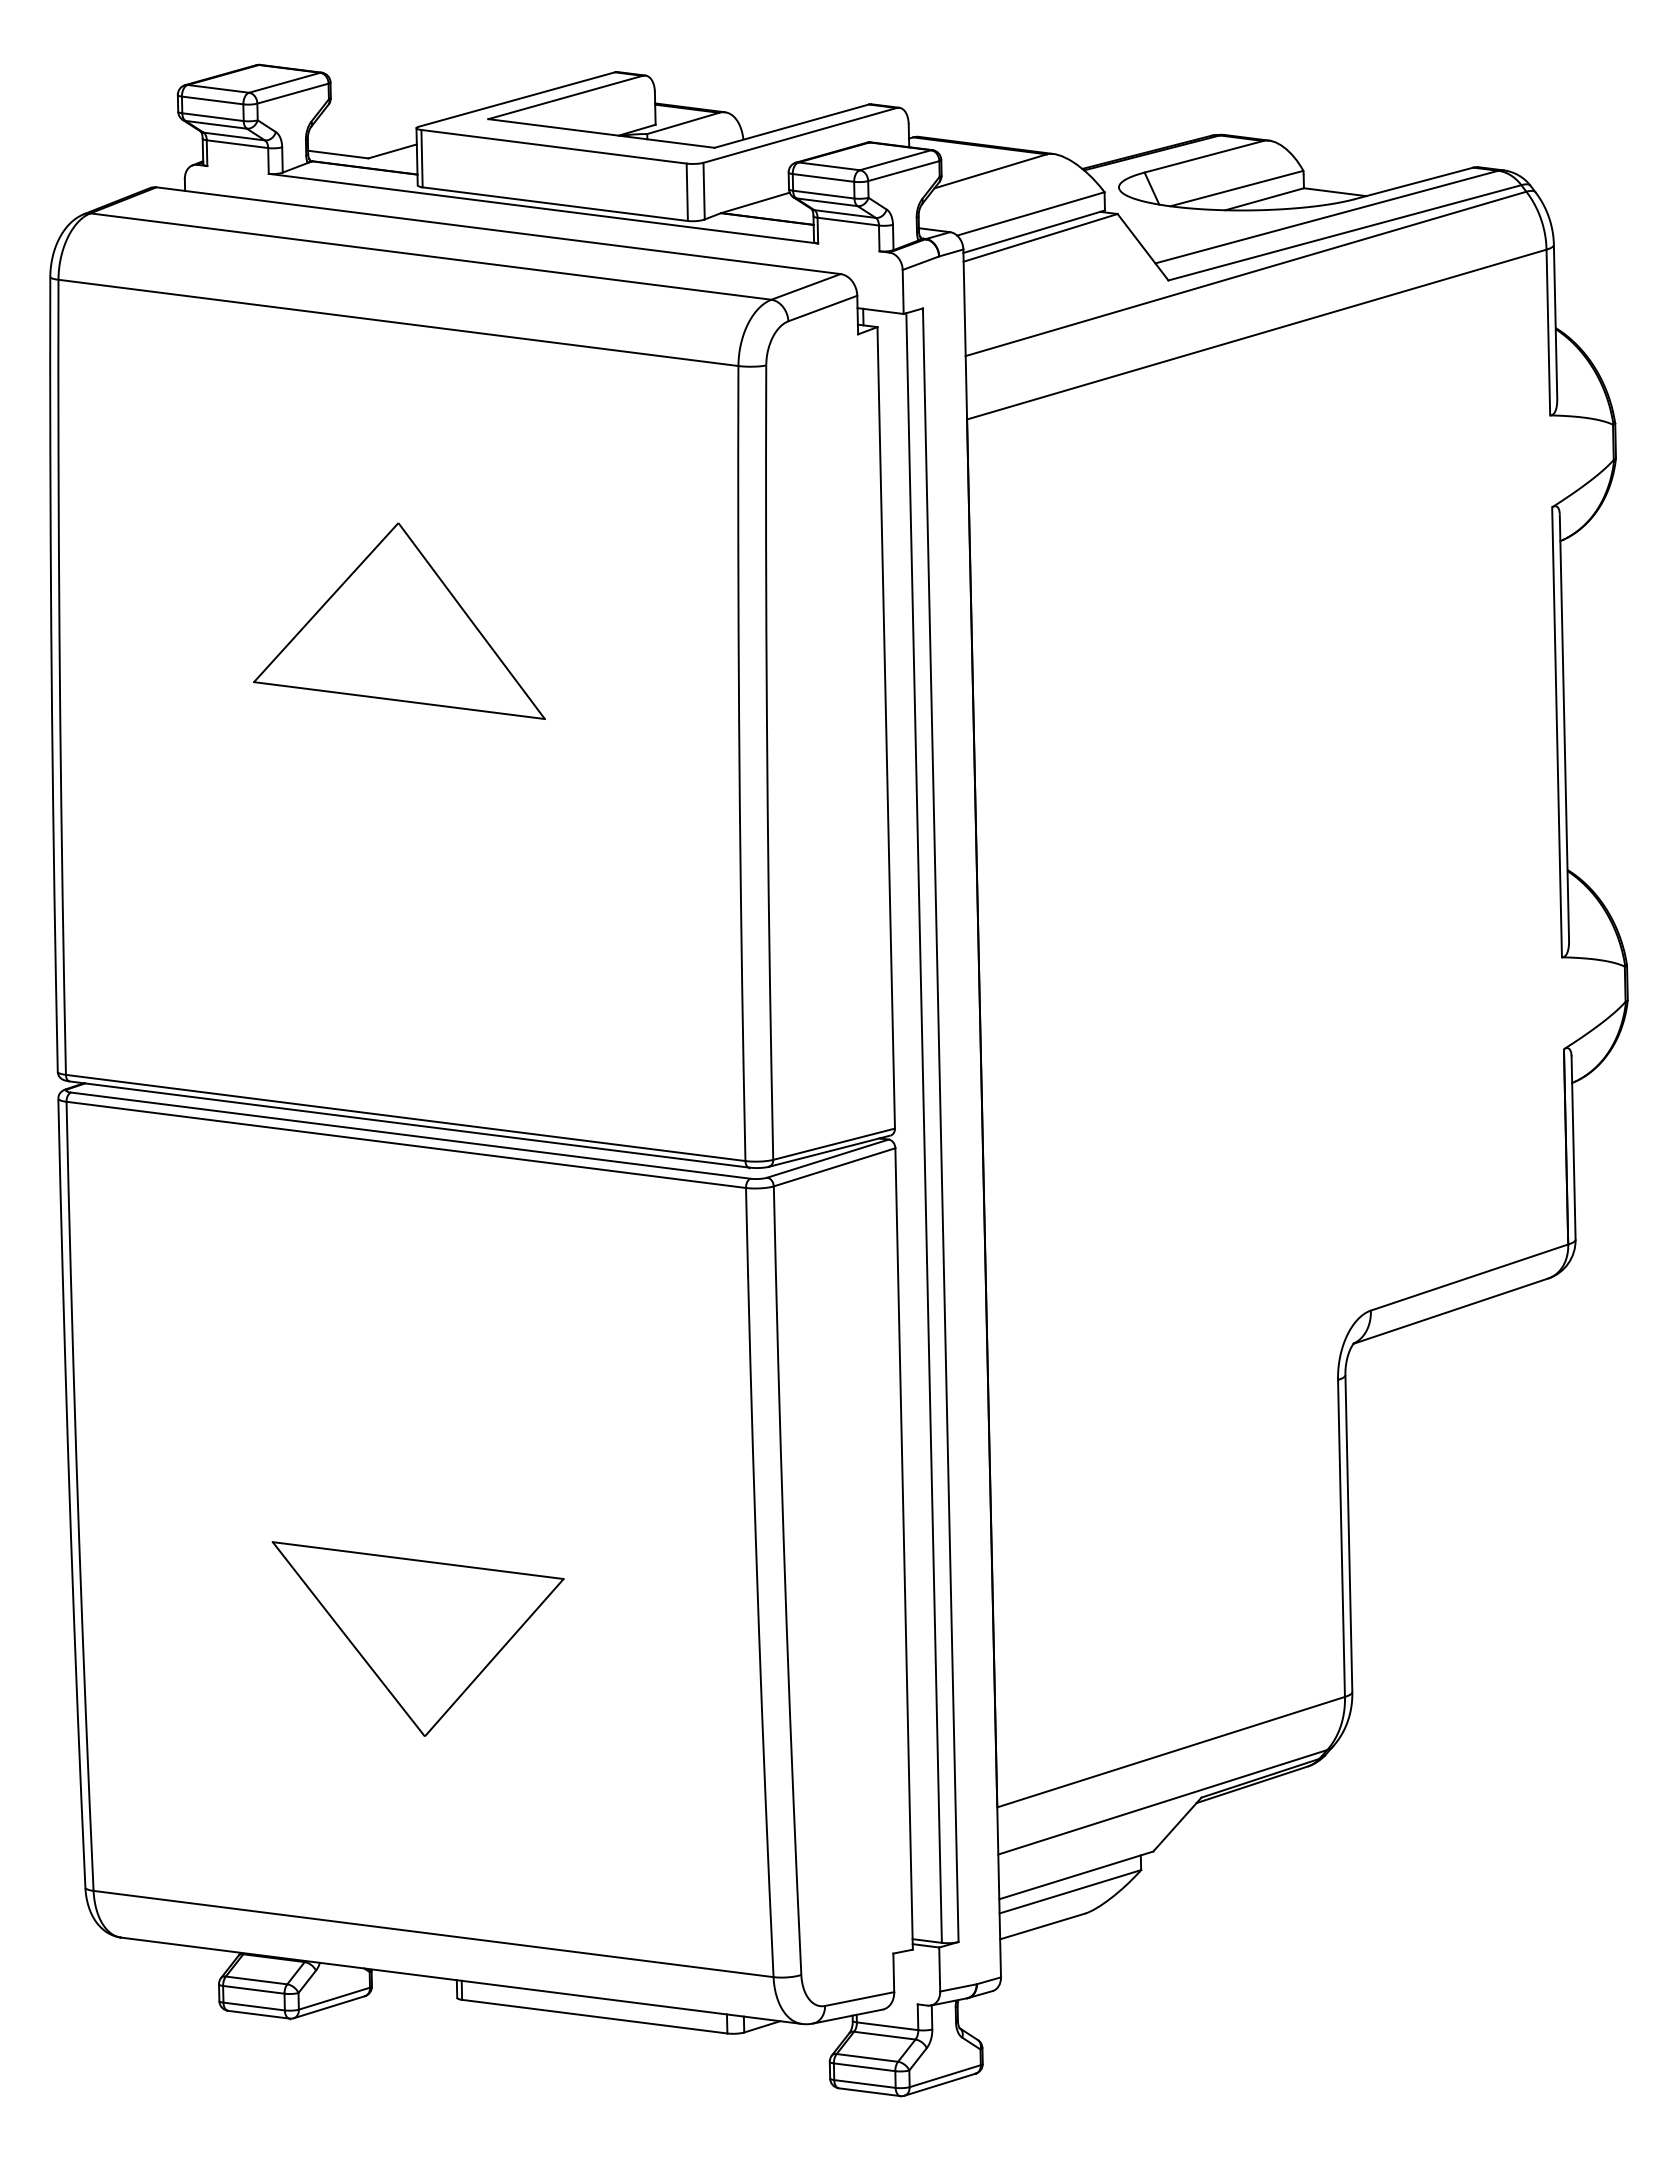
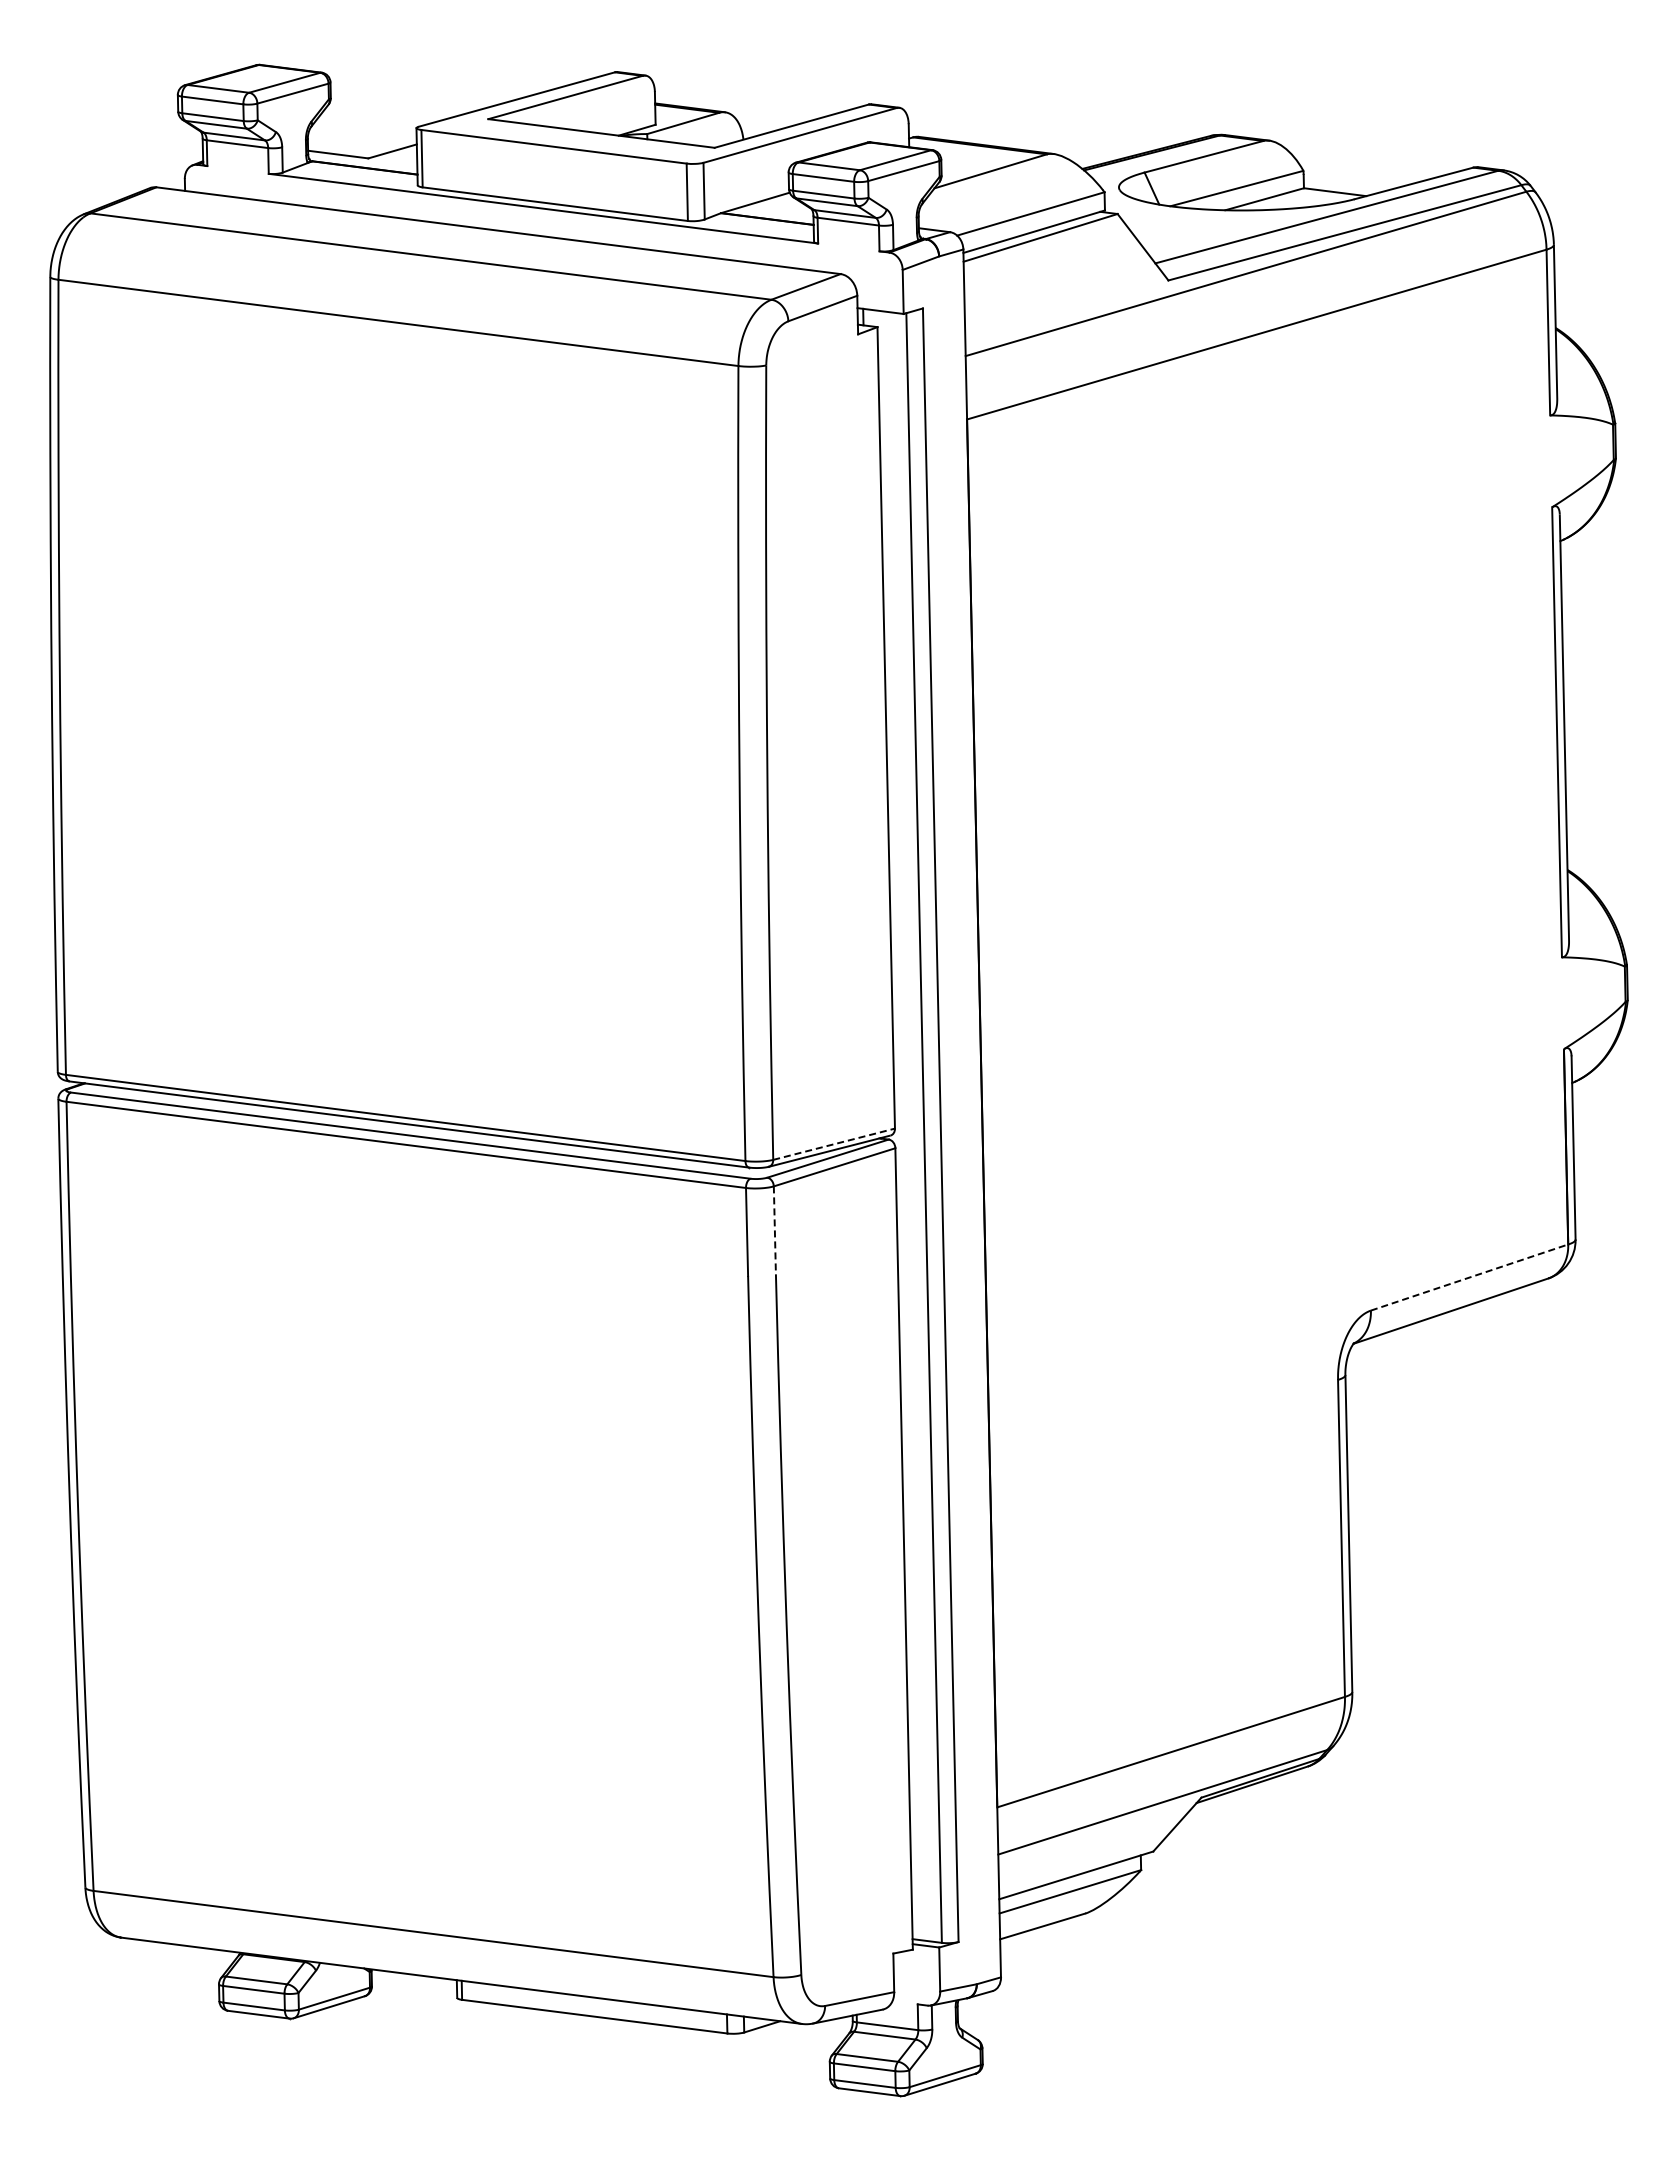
part at (399, 620): present -> none
line at (834, 1144): solid -> dashed
line at (774, 1230): solid -> dashed
line at (1470, 1277): solid -> dashed
part at (417, 1638): present -> none
